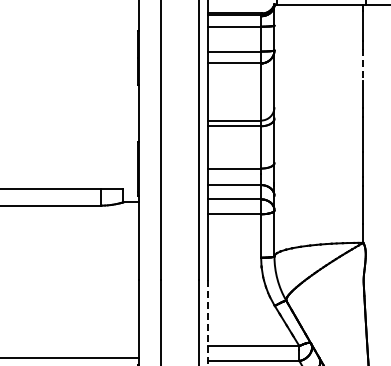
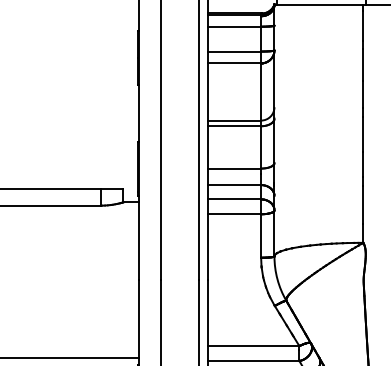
line at (363, 65): dashed -> solid
line at (207, 323): dashed -> solid
